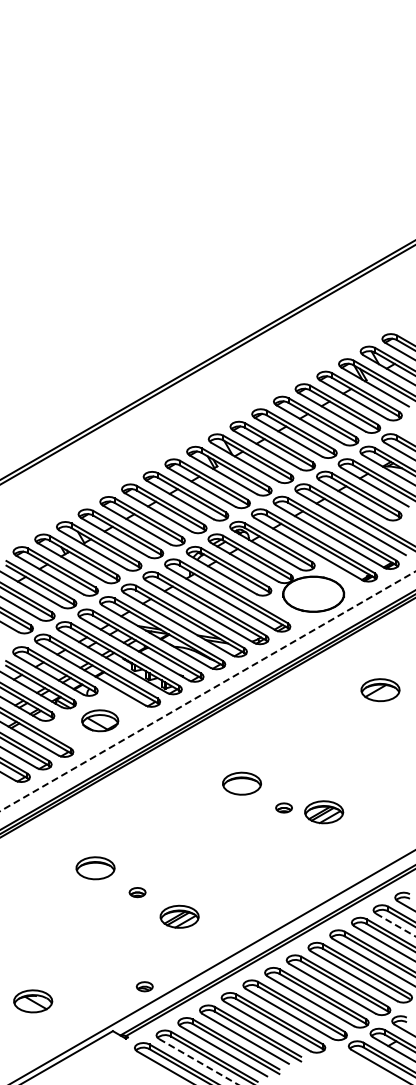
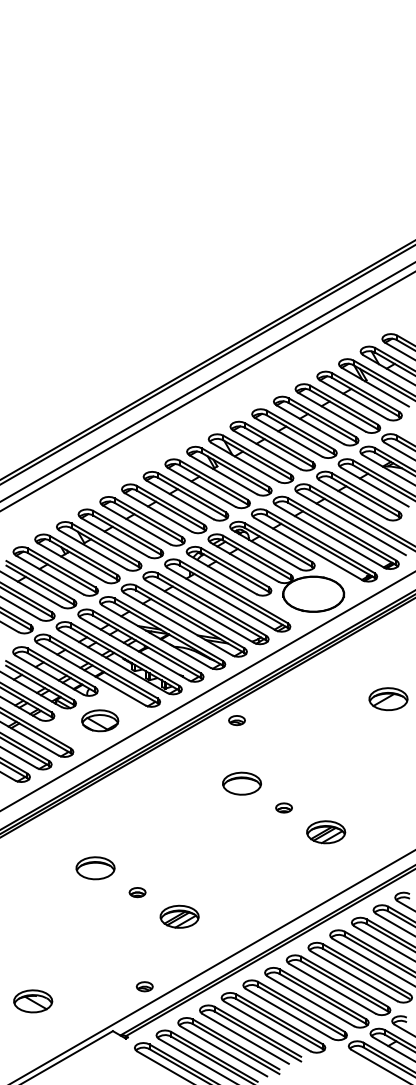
line at (207, 381): none -> present
line at (207, 391): none -> present
part at (380, 690) position: (380, 690) -> (388, 699)
line at (207, 691): dashed -> solid
part at (236, 720): none -> present
part at (324, 812) position: (324, 812) -> (326, 832)
line at (395, 925): dashed -> solid
line at (198, 1061): dashed -> solid
